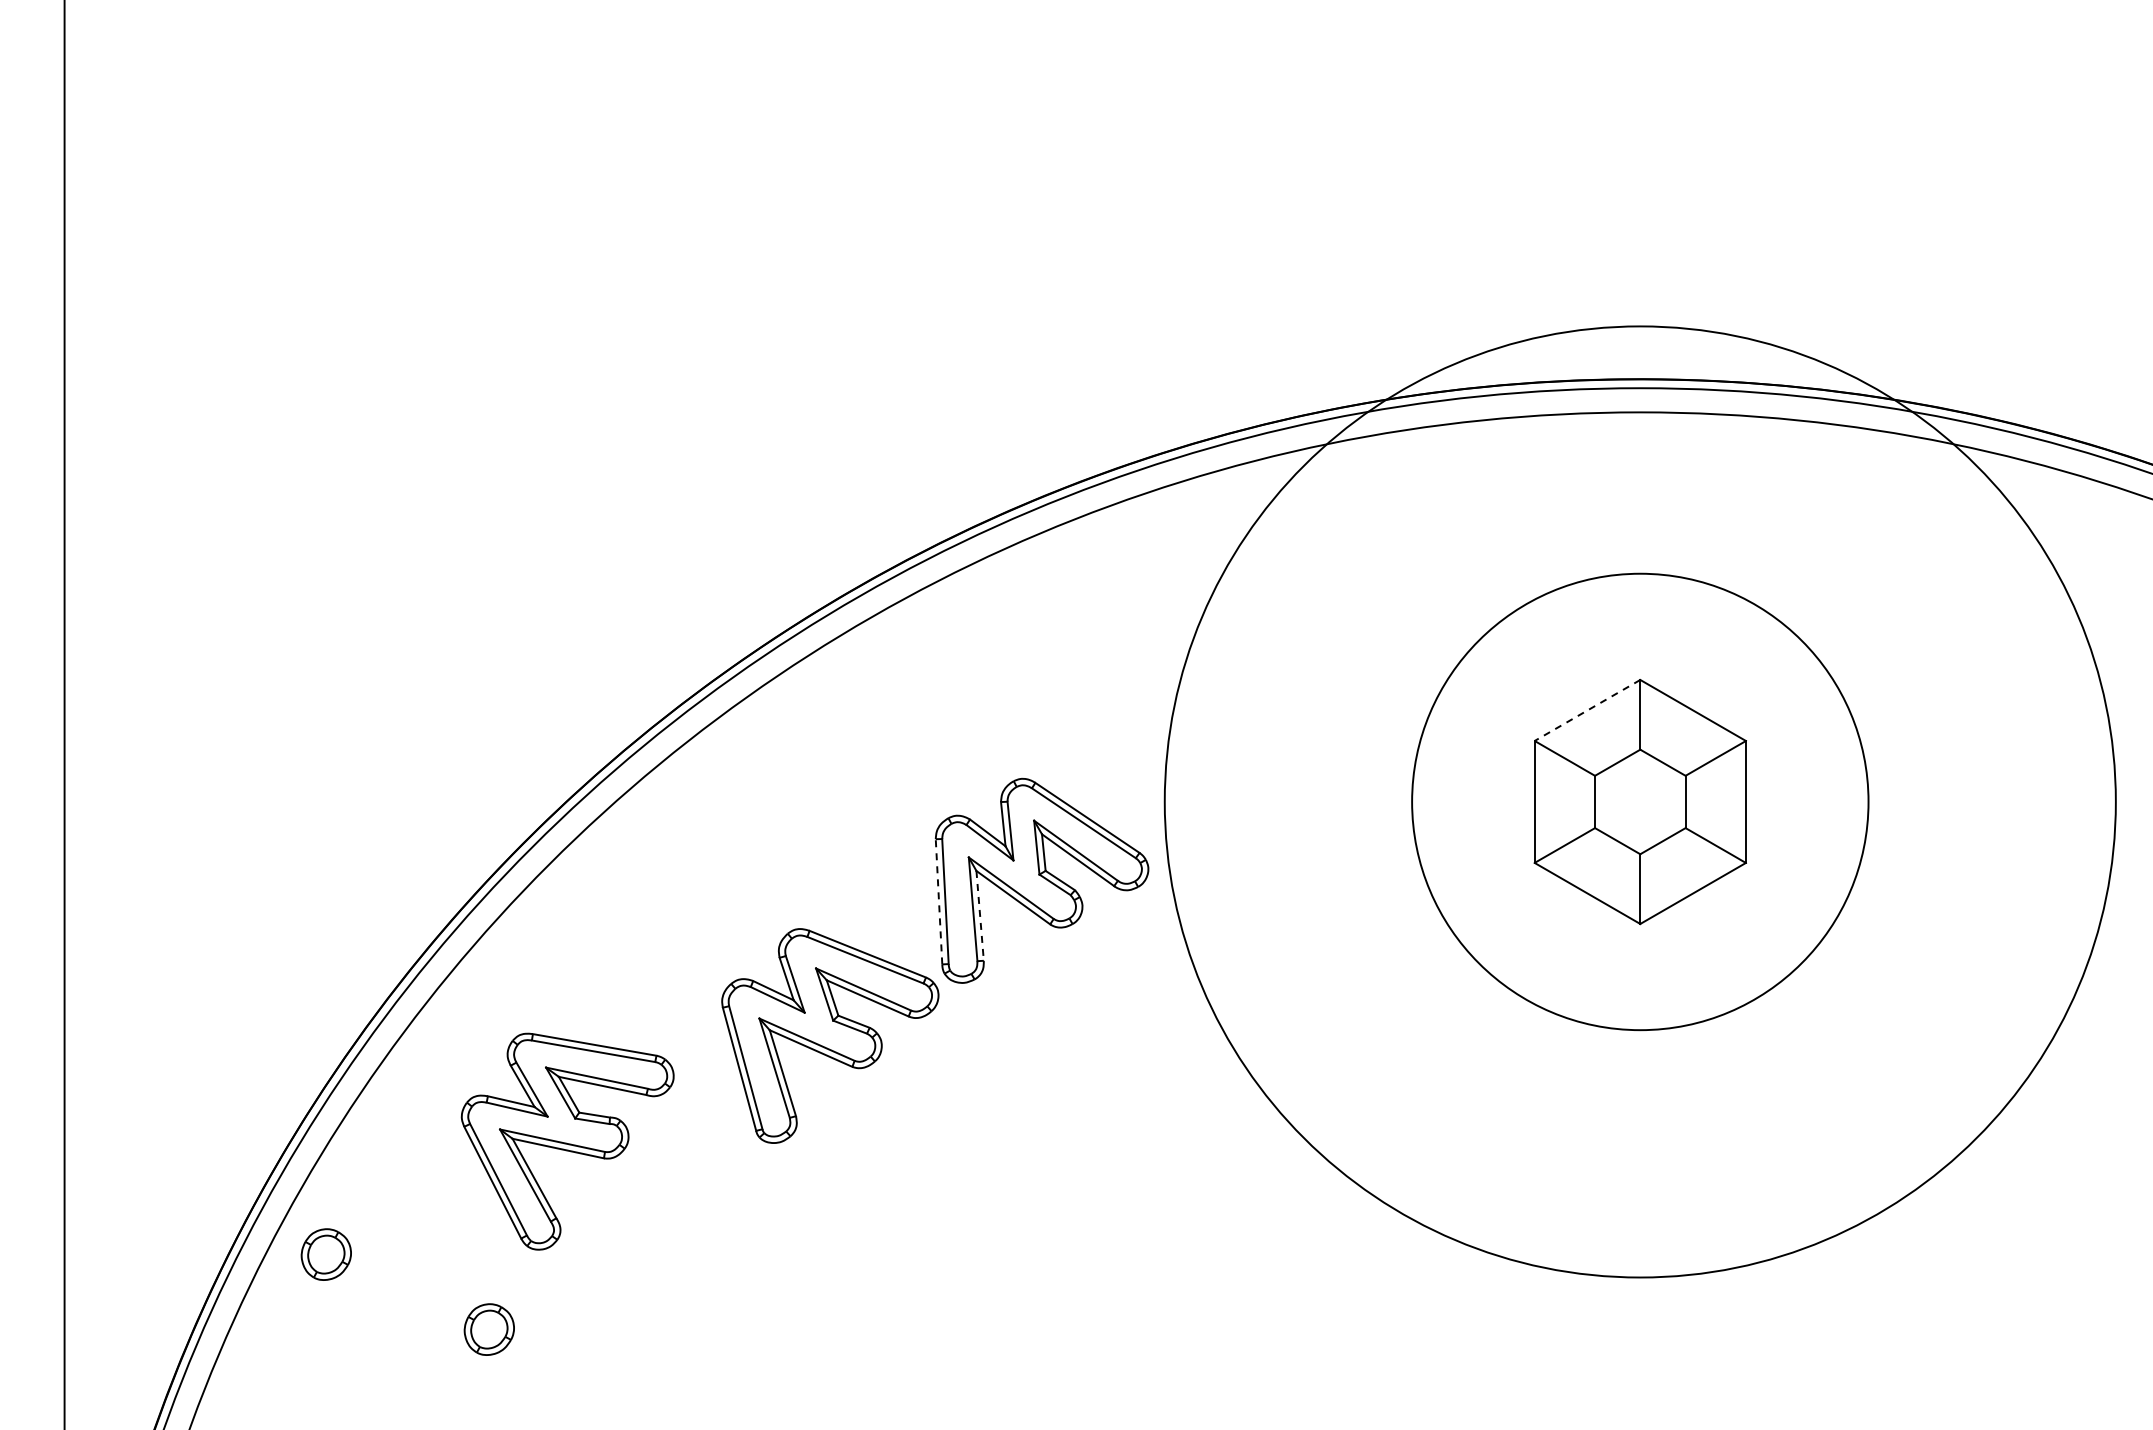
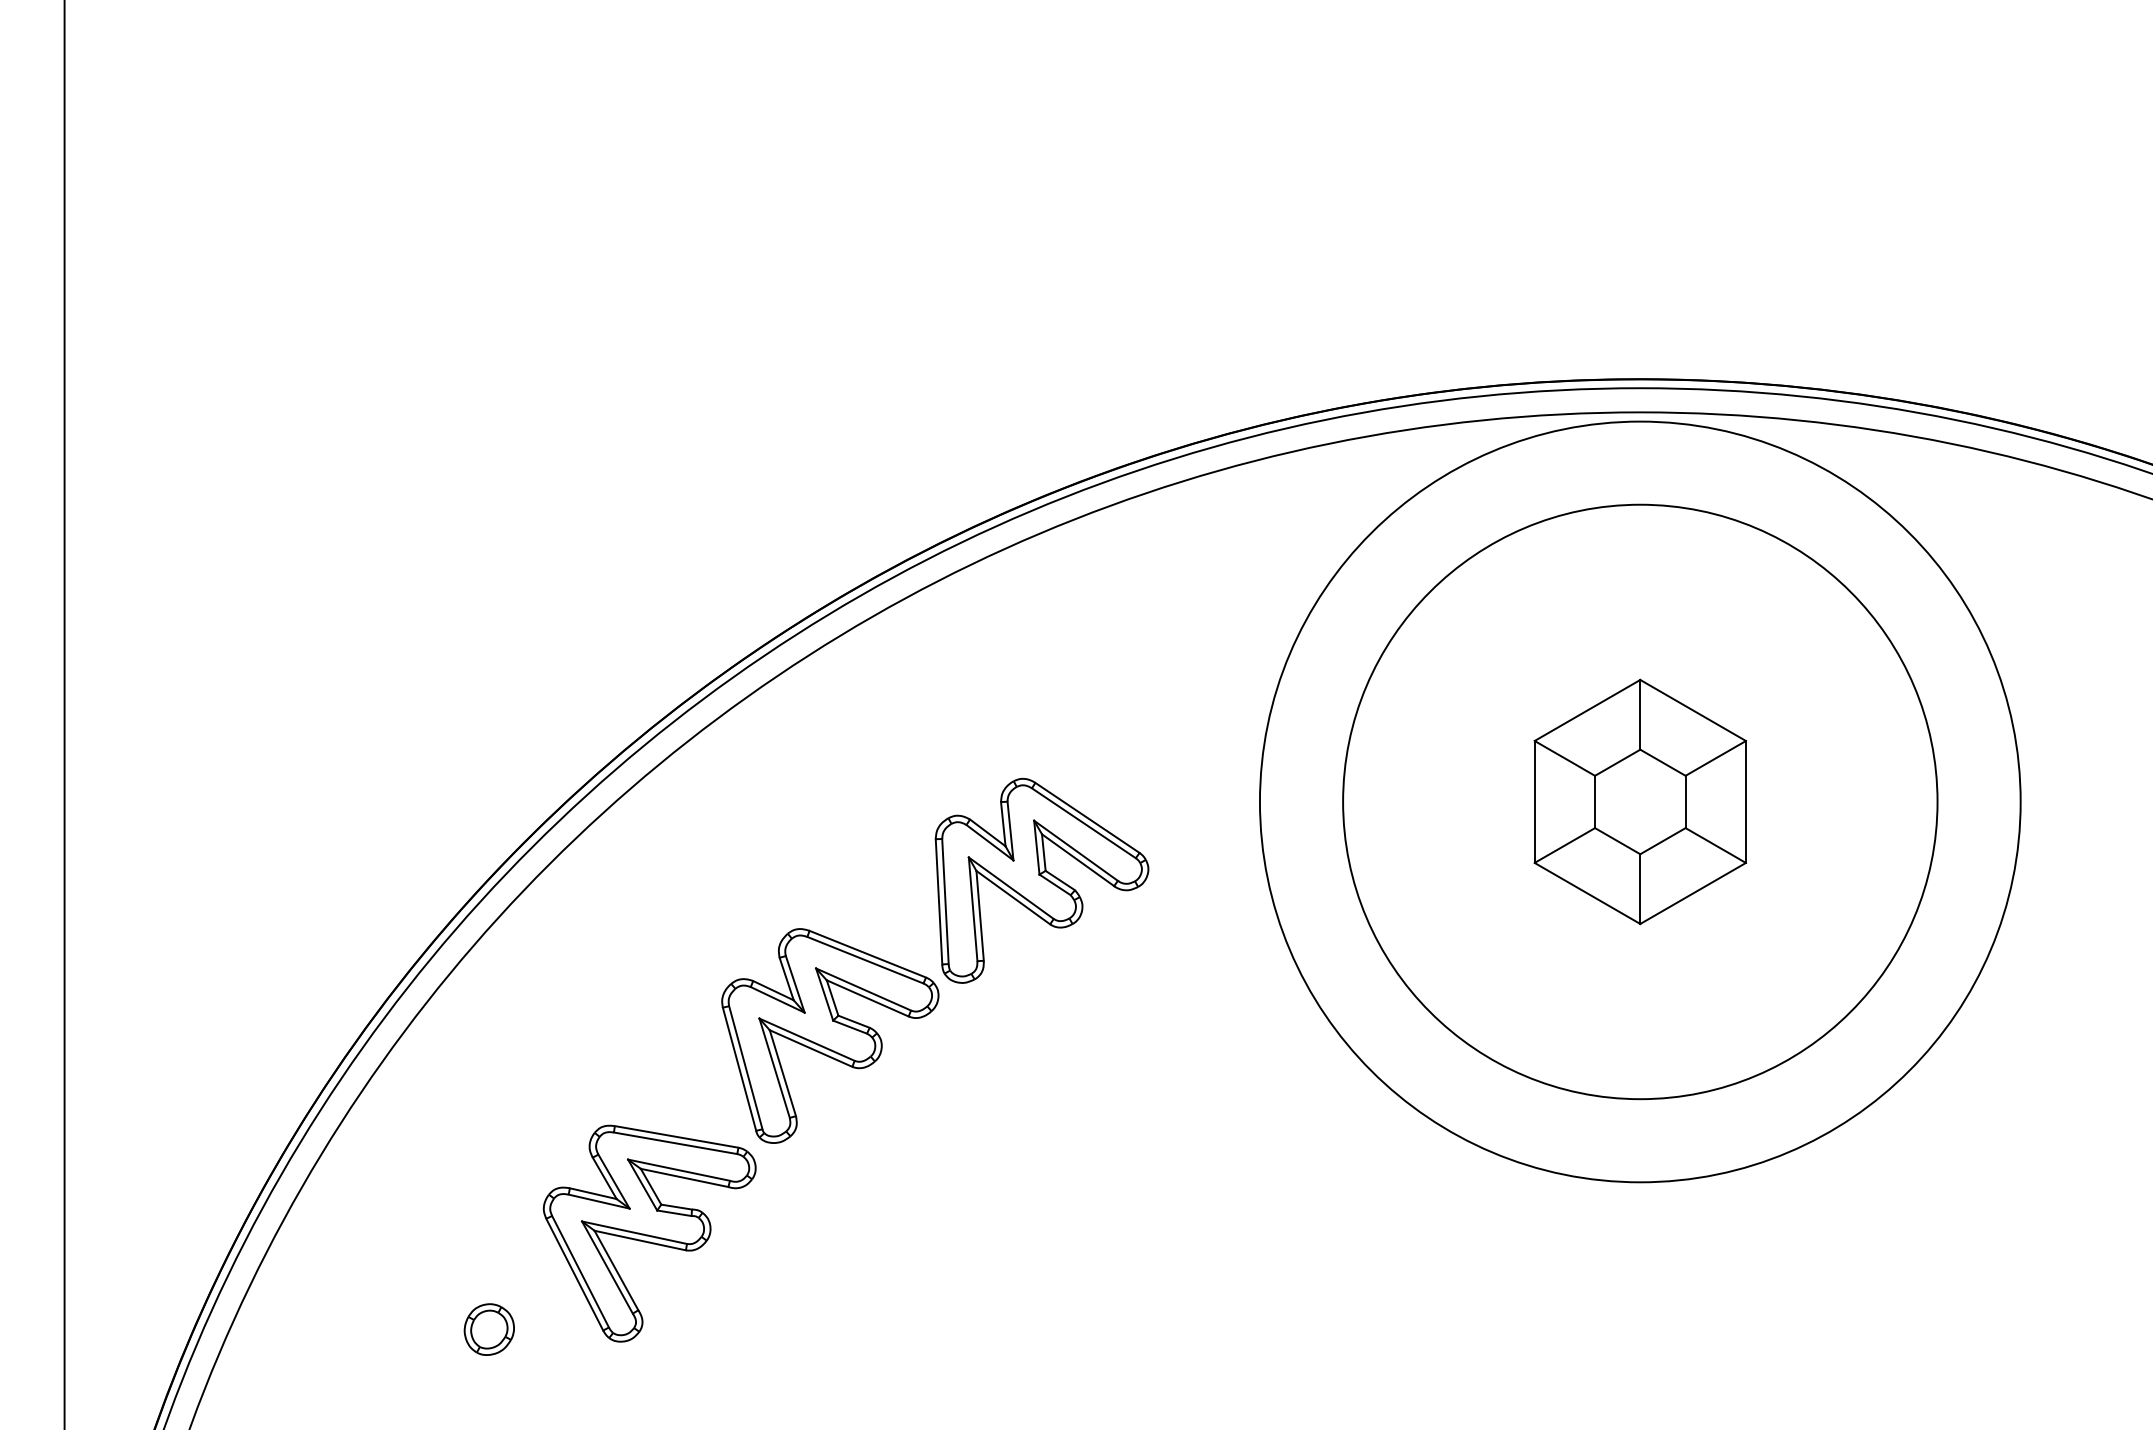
line at (1587, 710): dashed -> solid
circle at (1639, 801) diameter: 951 px -> 594 px
circle at (1640, 801) diameter: 456 px -> 761 px
line at (939, 901): dashed -> solid
line at (980, 916): dashed -> solid
part at (567, 1141) position: (567, 1141) -> (649, 1233)
part at (325, 1254): present -> none
